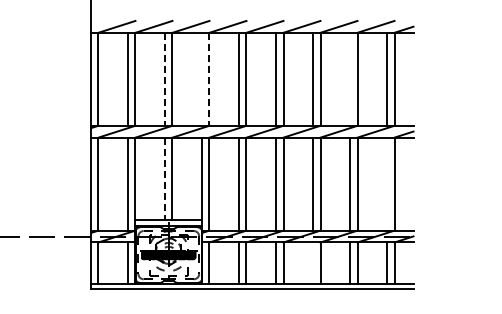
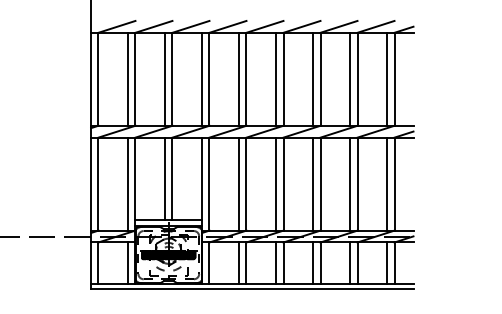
line at (202, 78): none -> present
line at (350, 78): none -> present
line at (165, 79): dashed -> solid
line at (209, 79): dashed -> solid
line at (165, 179): dashed -> solid
line at (387, 183): none -> present
line at (313, 263): none -> present
